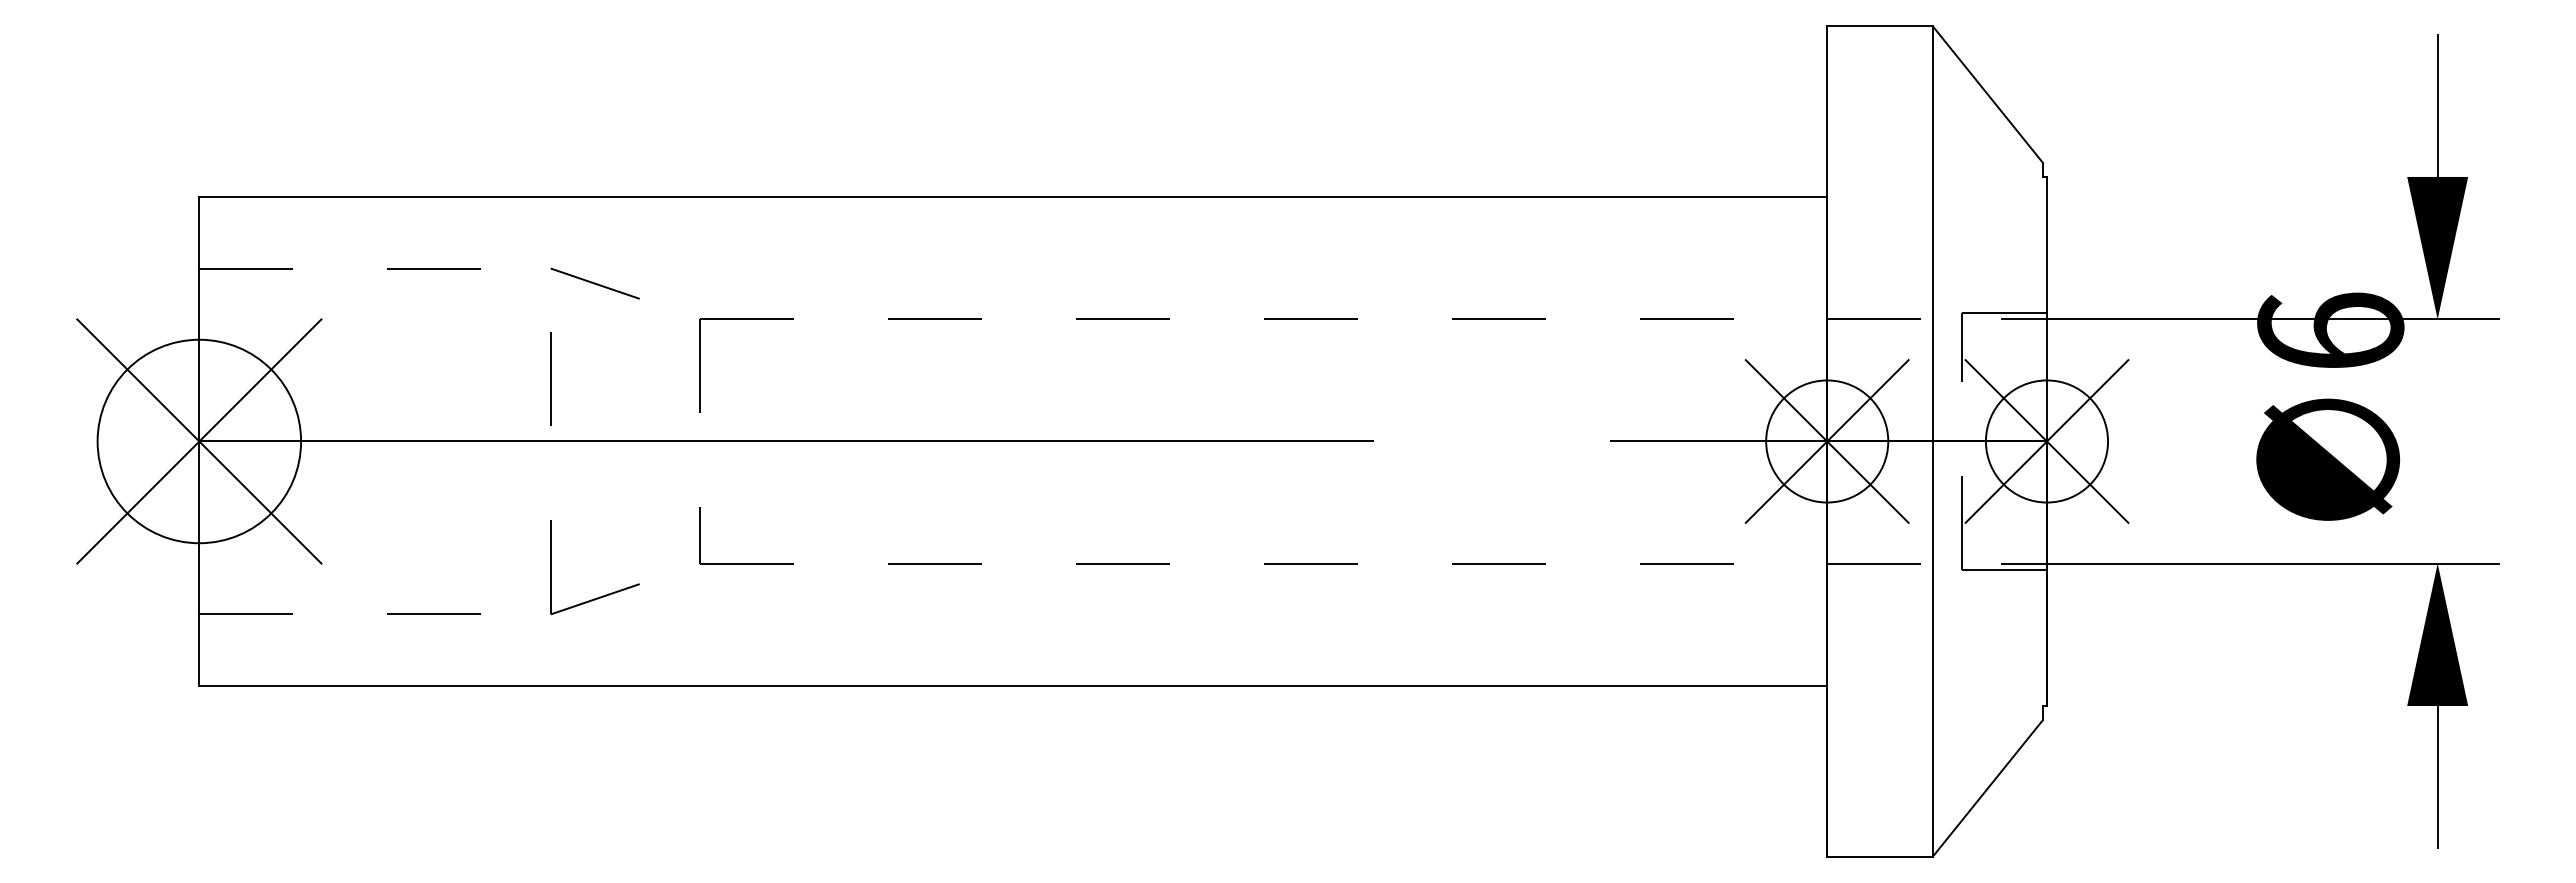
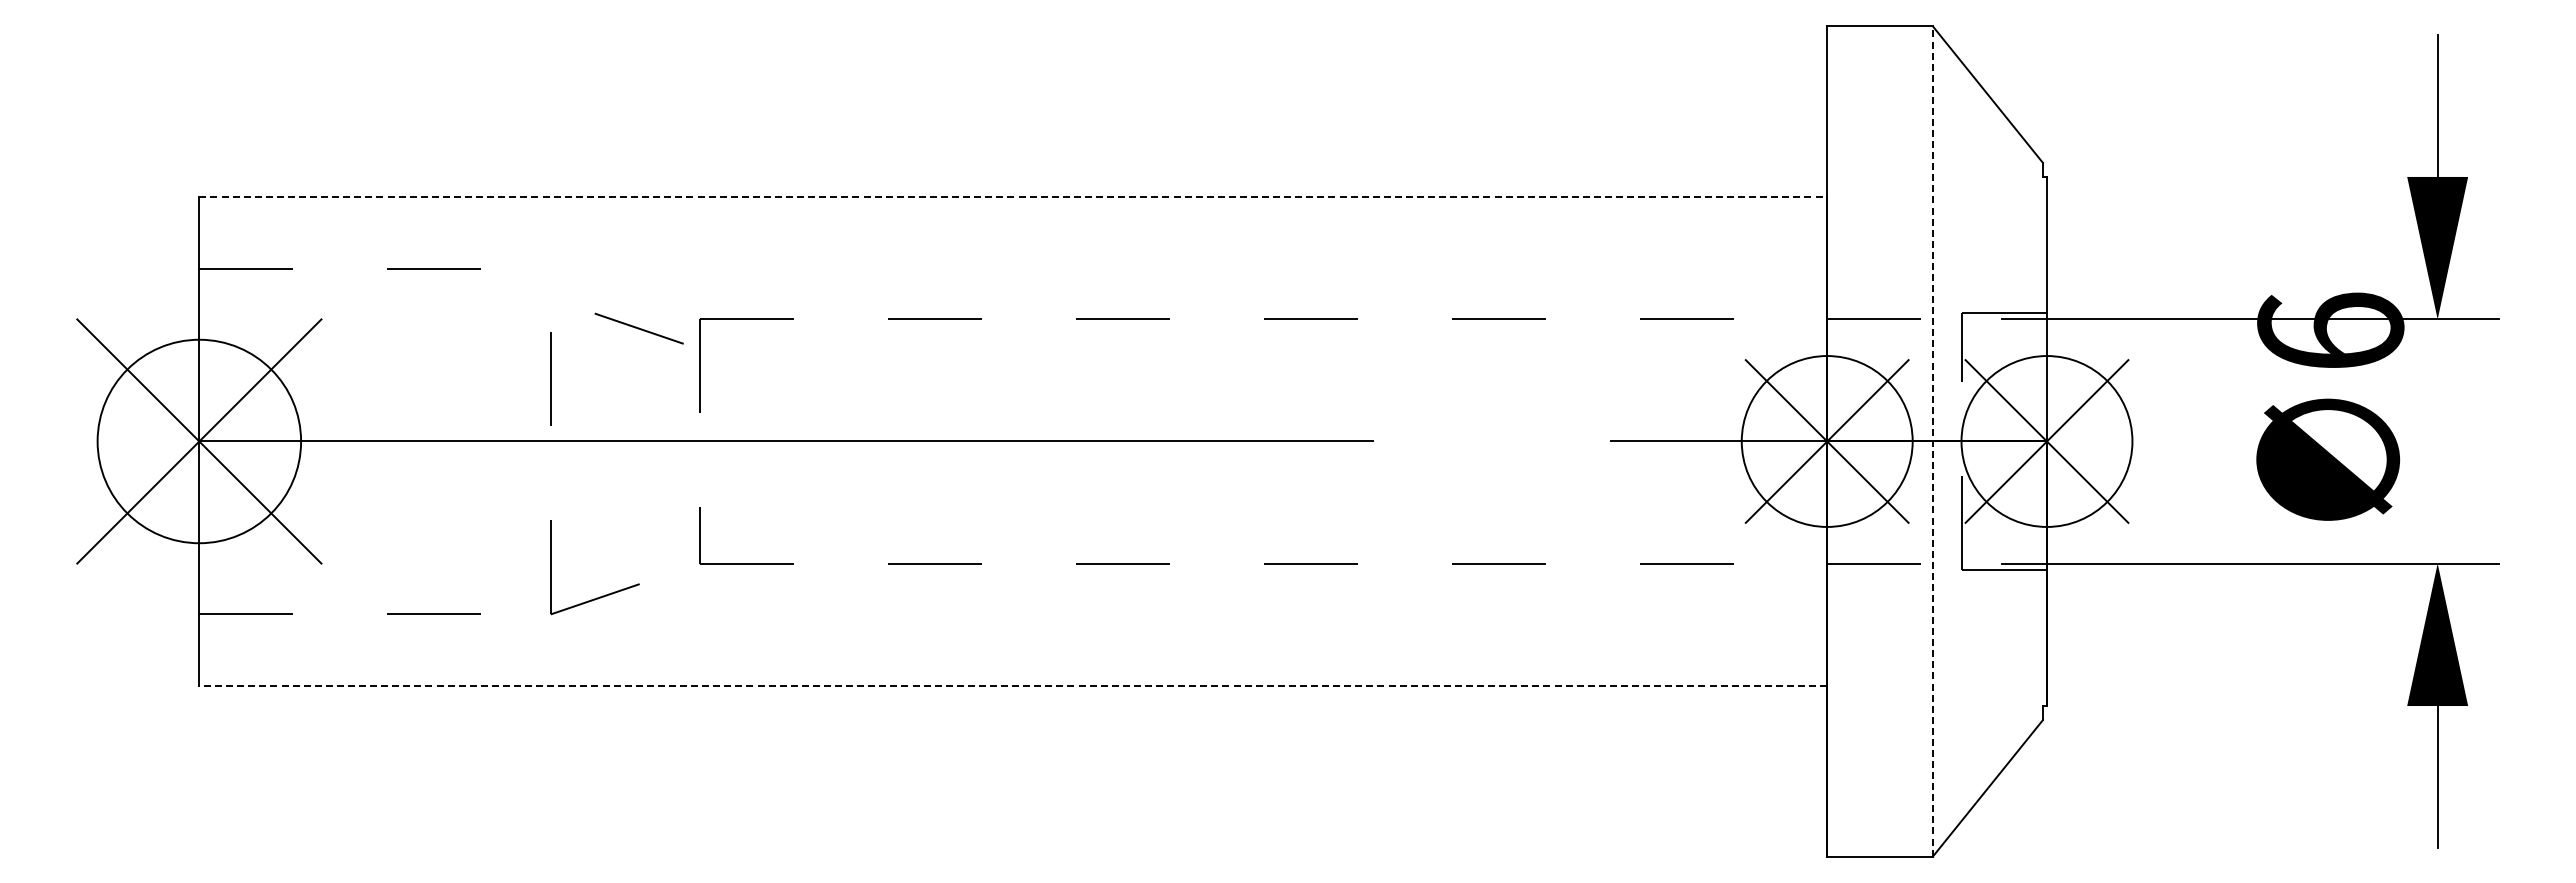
line at (1013, 197): solid -> dashed
line at (594, 283) position: (594, 283) -> (638, 328)
circle at (1827, 441) diameter: 122 px -> 171 px
line at (1932, 441): solid -> dashed
circle at (2046, 441) diameter: 122 px -> 171 px
line at (1013, 685): solid -> dashed
